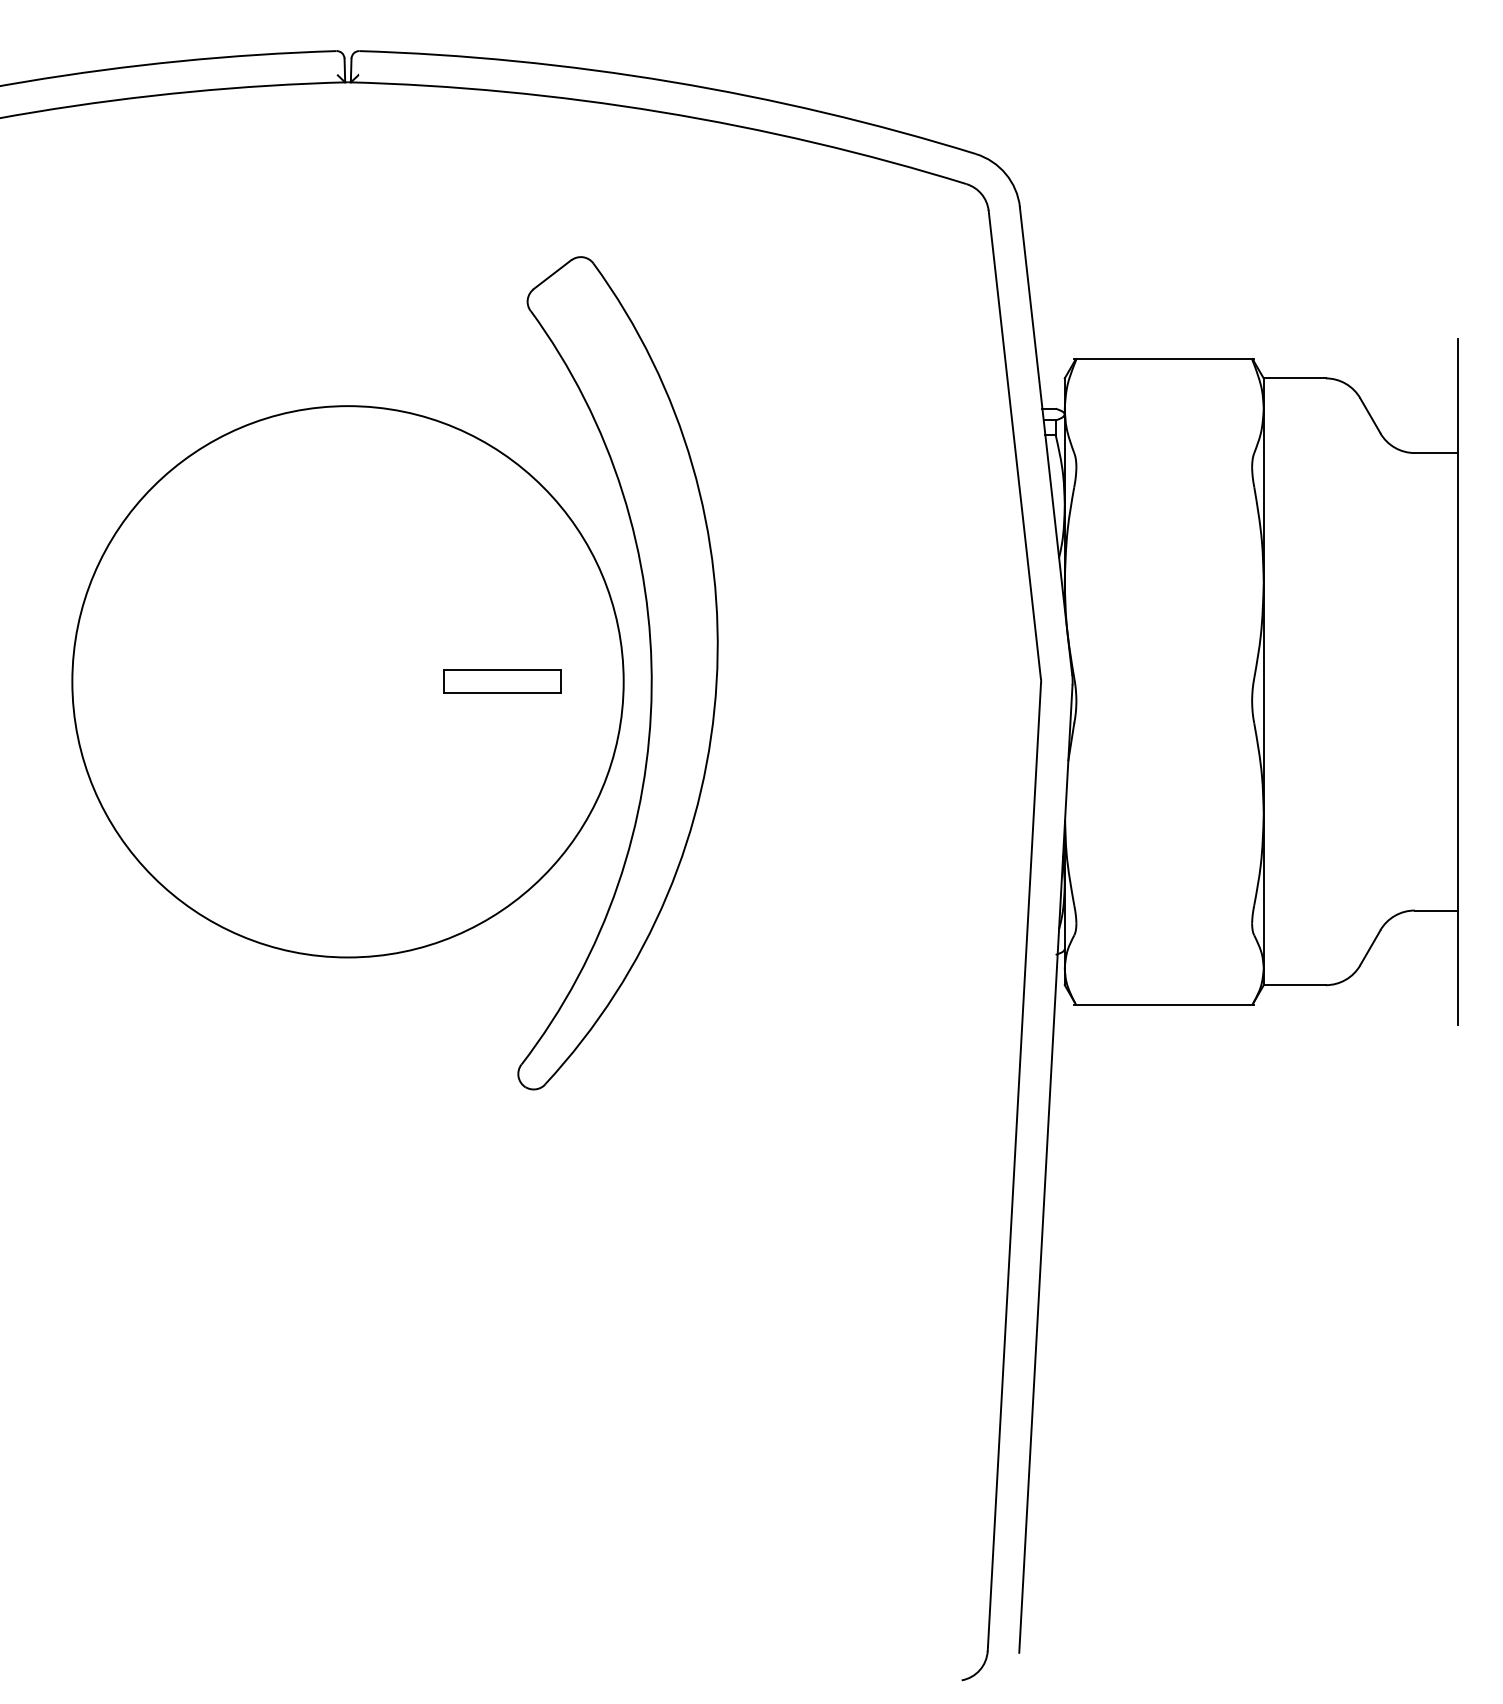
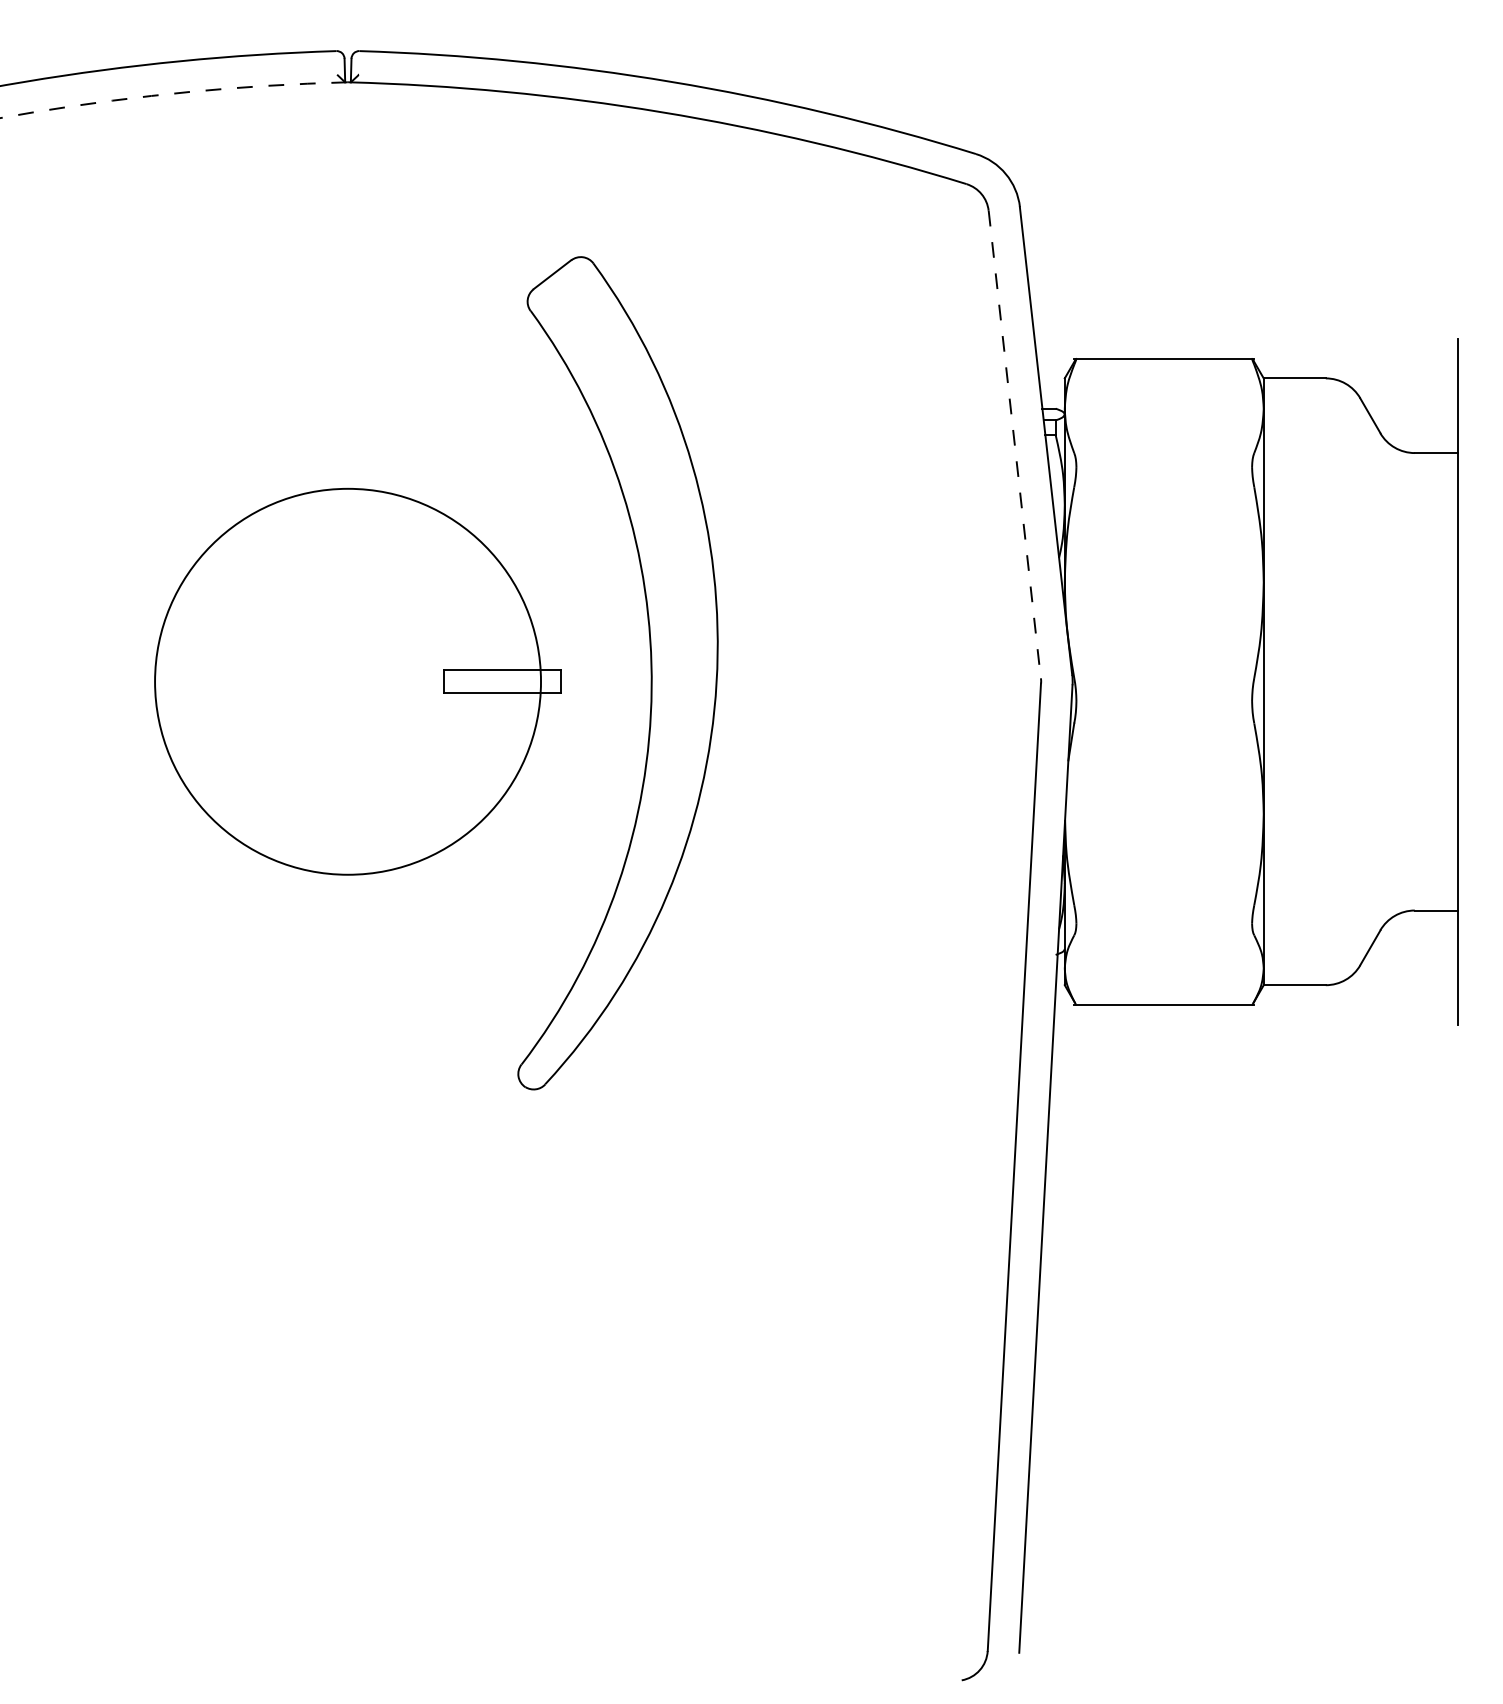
arc at (172, 93): solid -> dashed
line at (1014, 445): solid -> dashed
circle at (347, 681) diameter: 551 px -> 386 px
